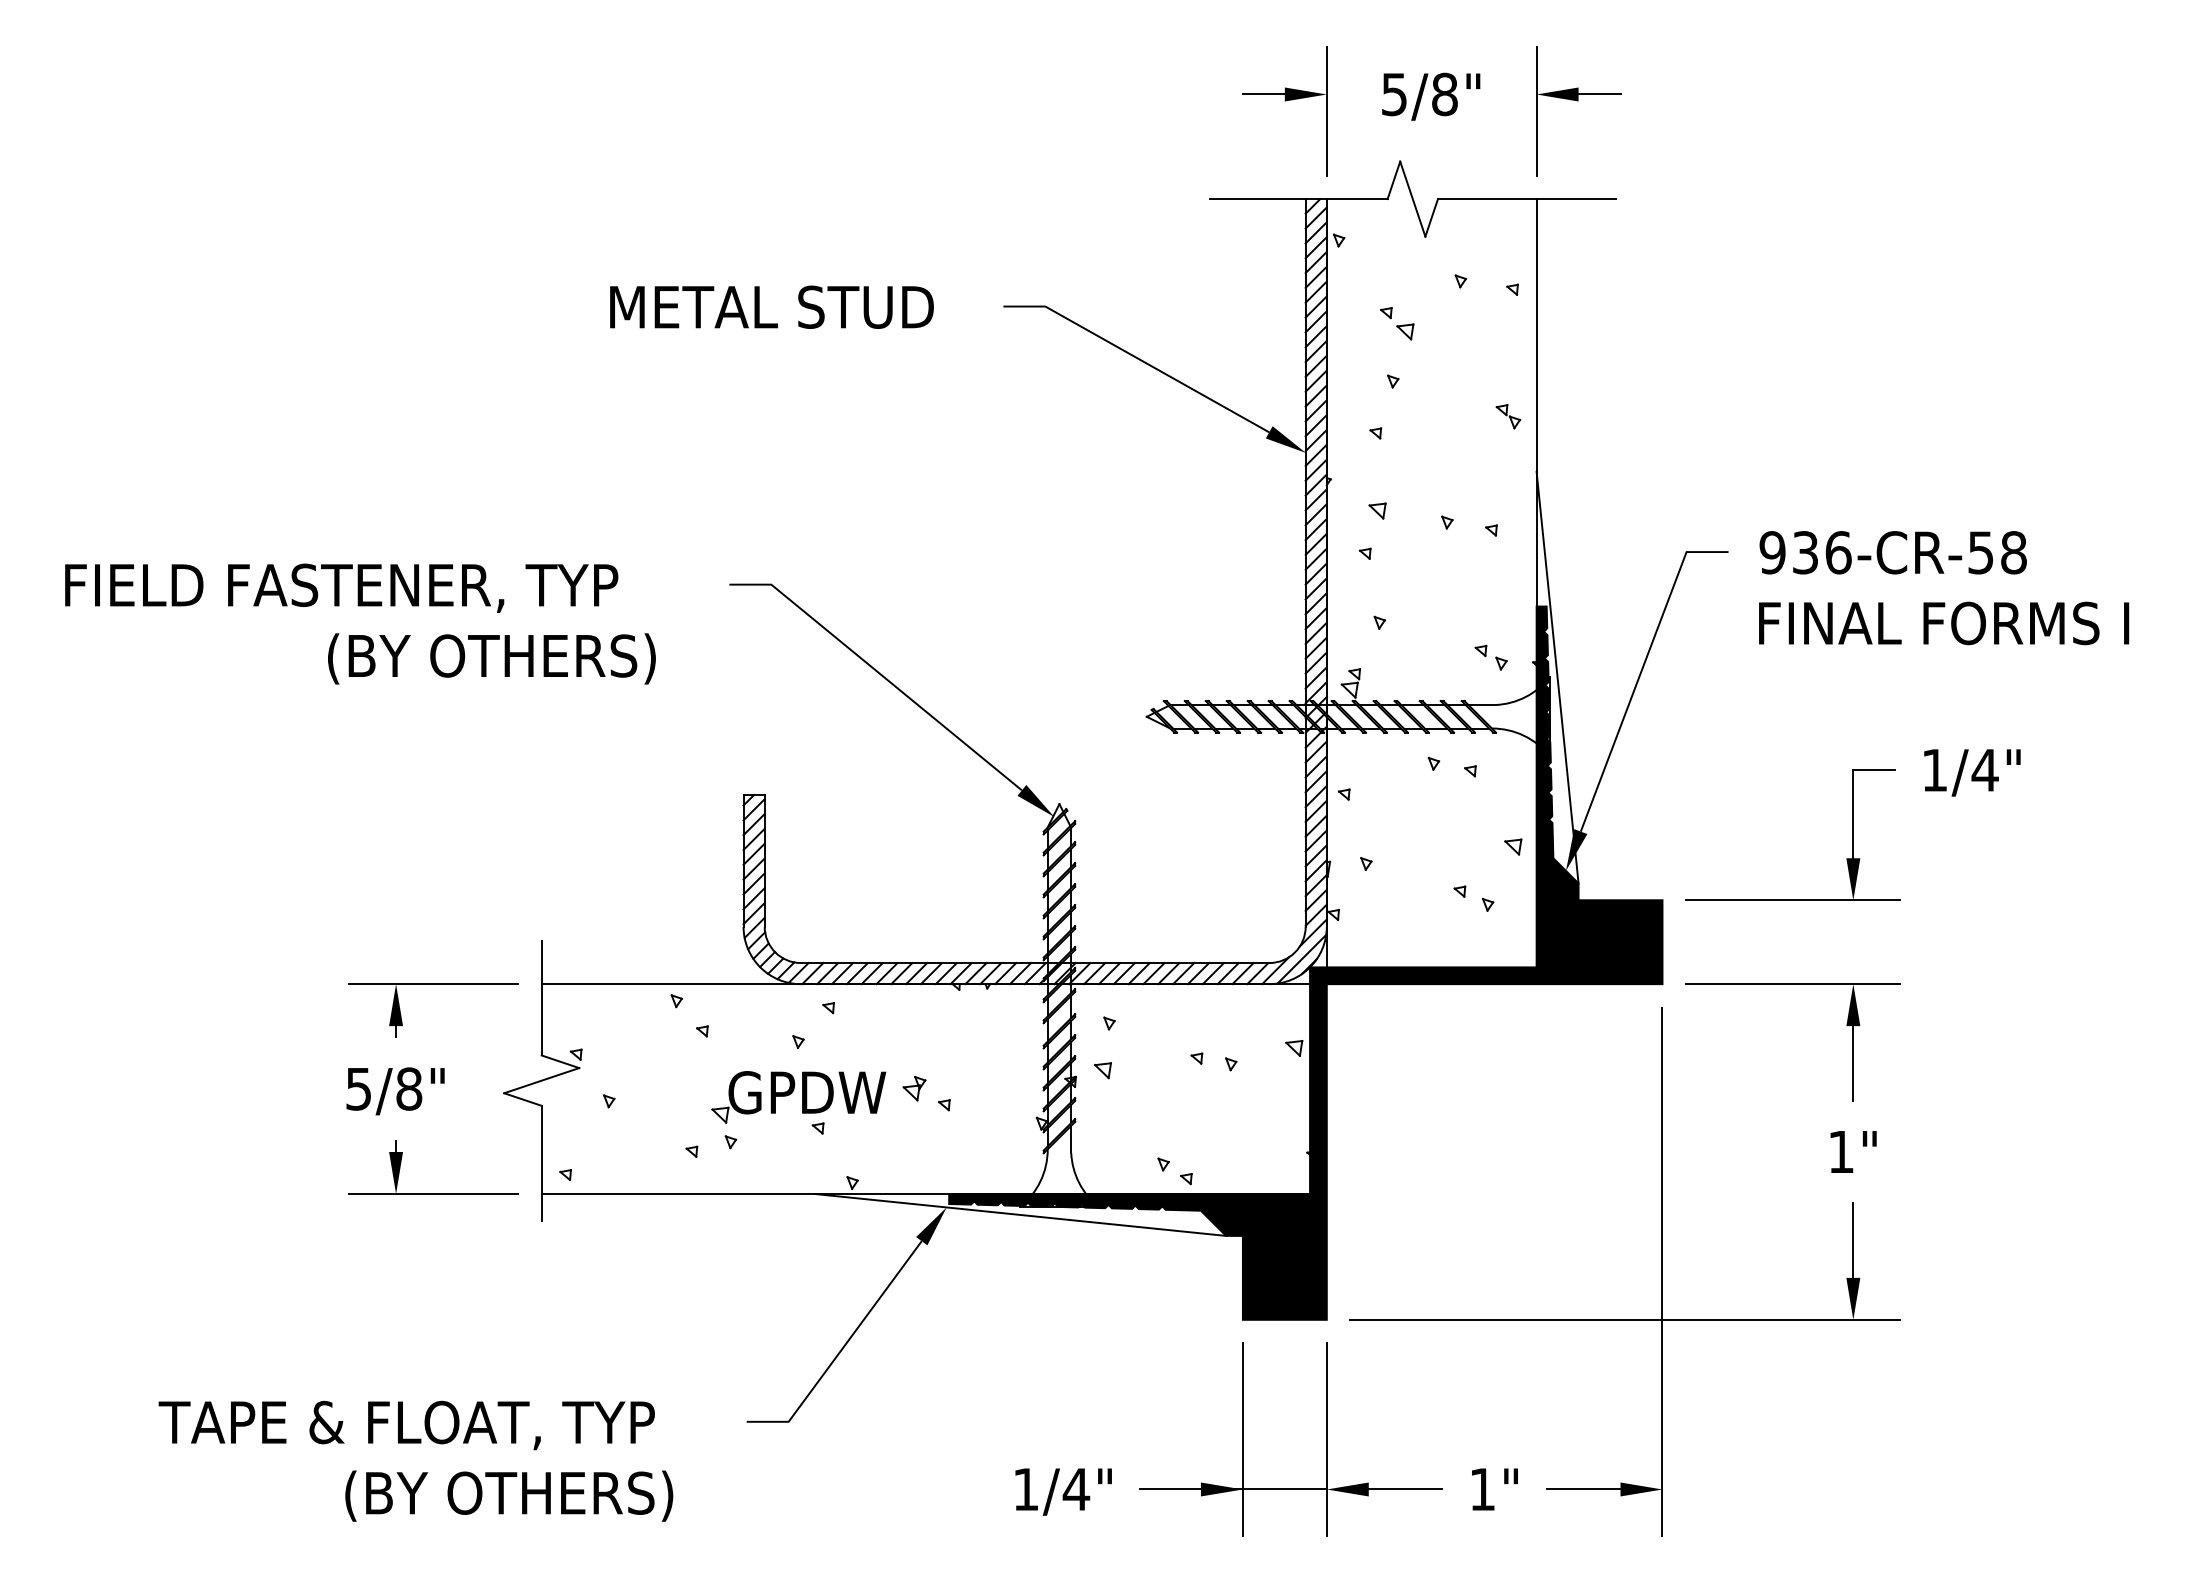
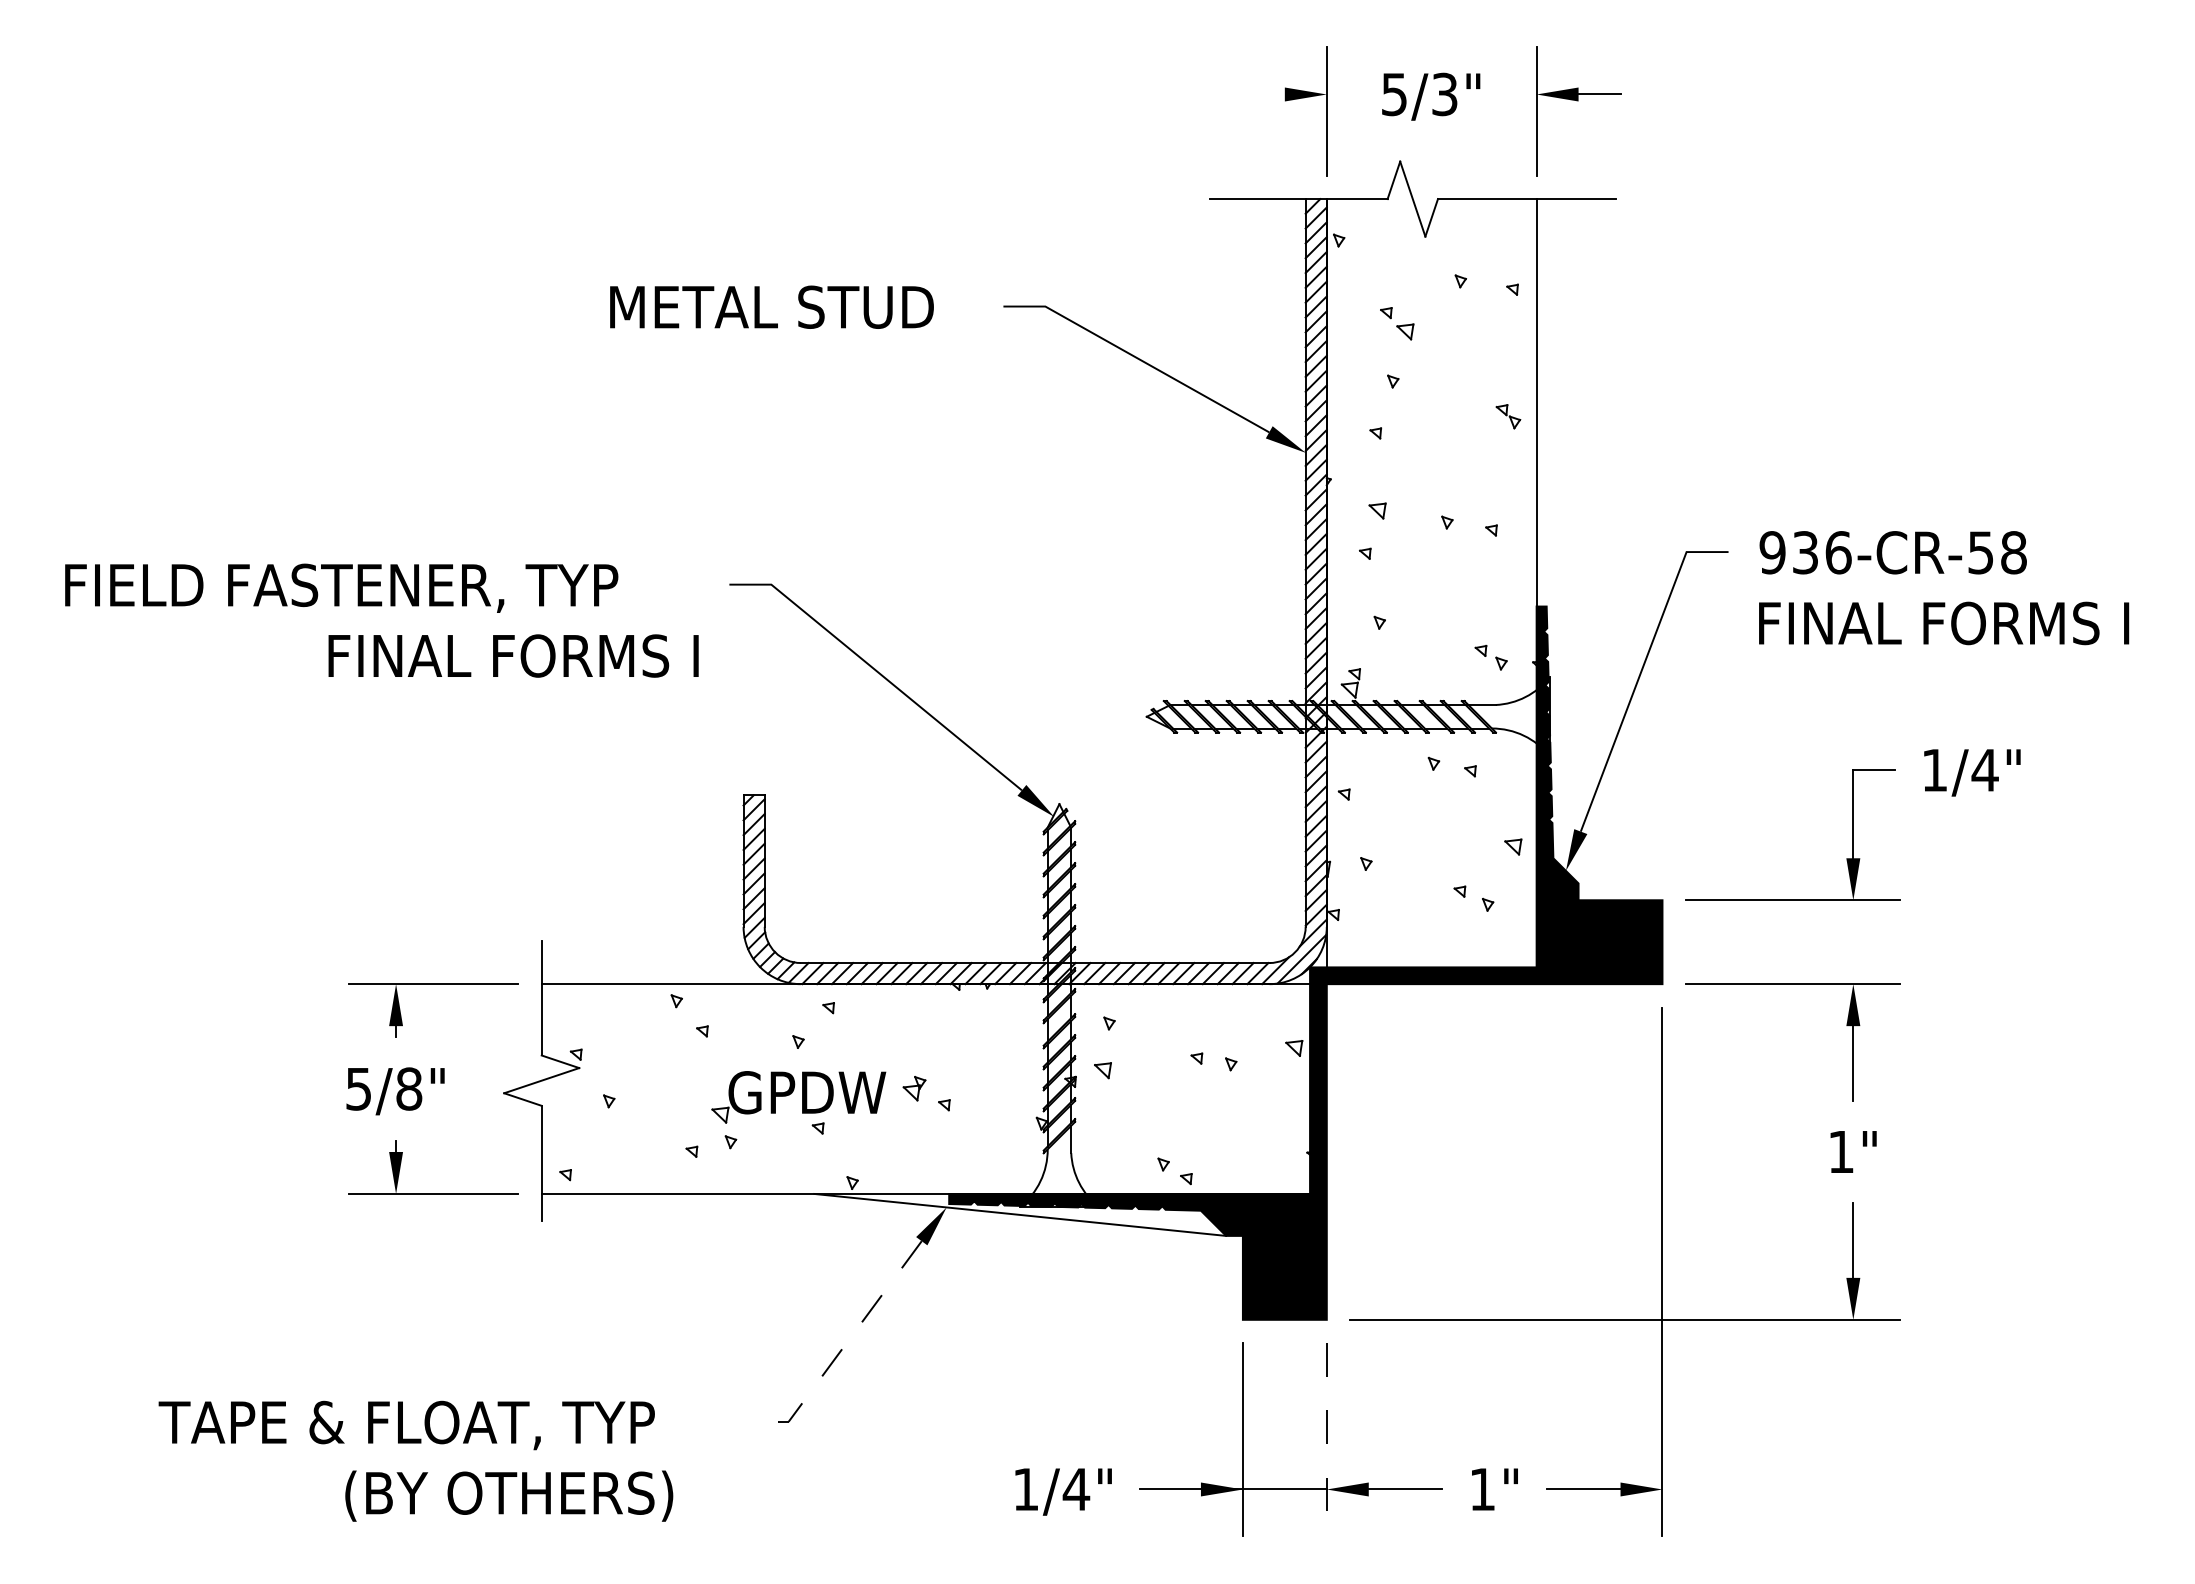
line at (1263, 94): present -> none
text at (1444, 94): 5/8" -> 5/3"
text at (513, 658): (BY OTHERS) -> FINAL FORMS I
line at (1557, 677): present -> none
line at (842, 1348): solid -> dashed
line at (1326, 1439): solid -> dashed
